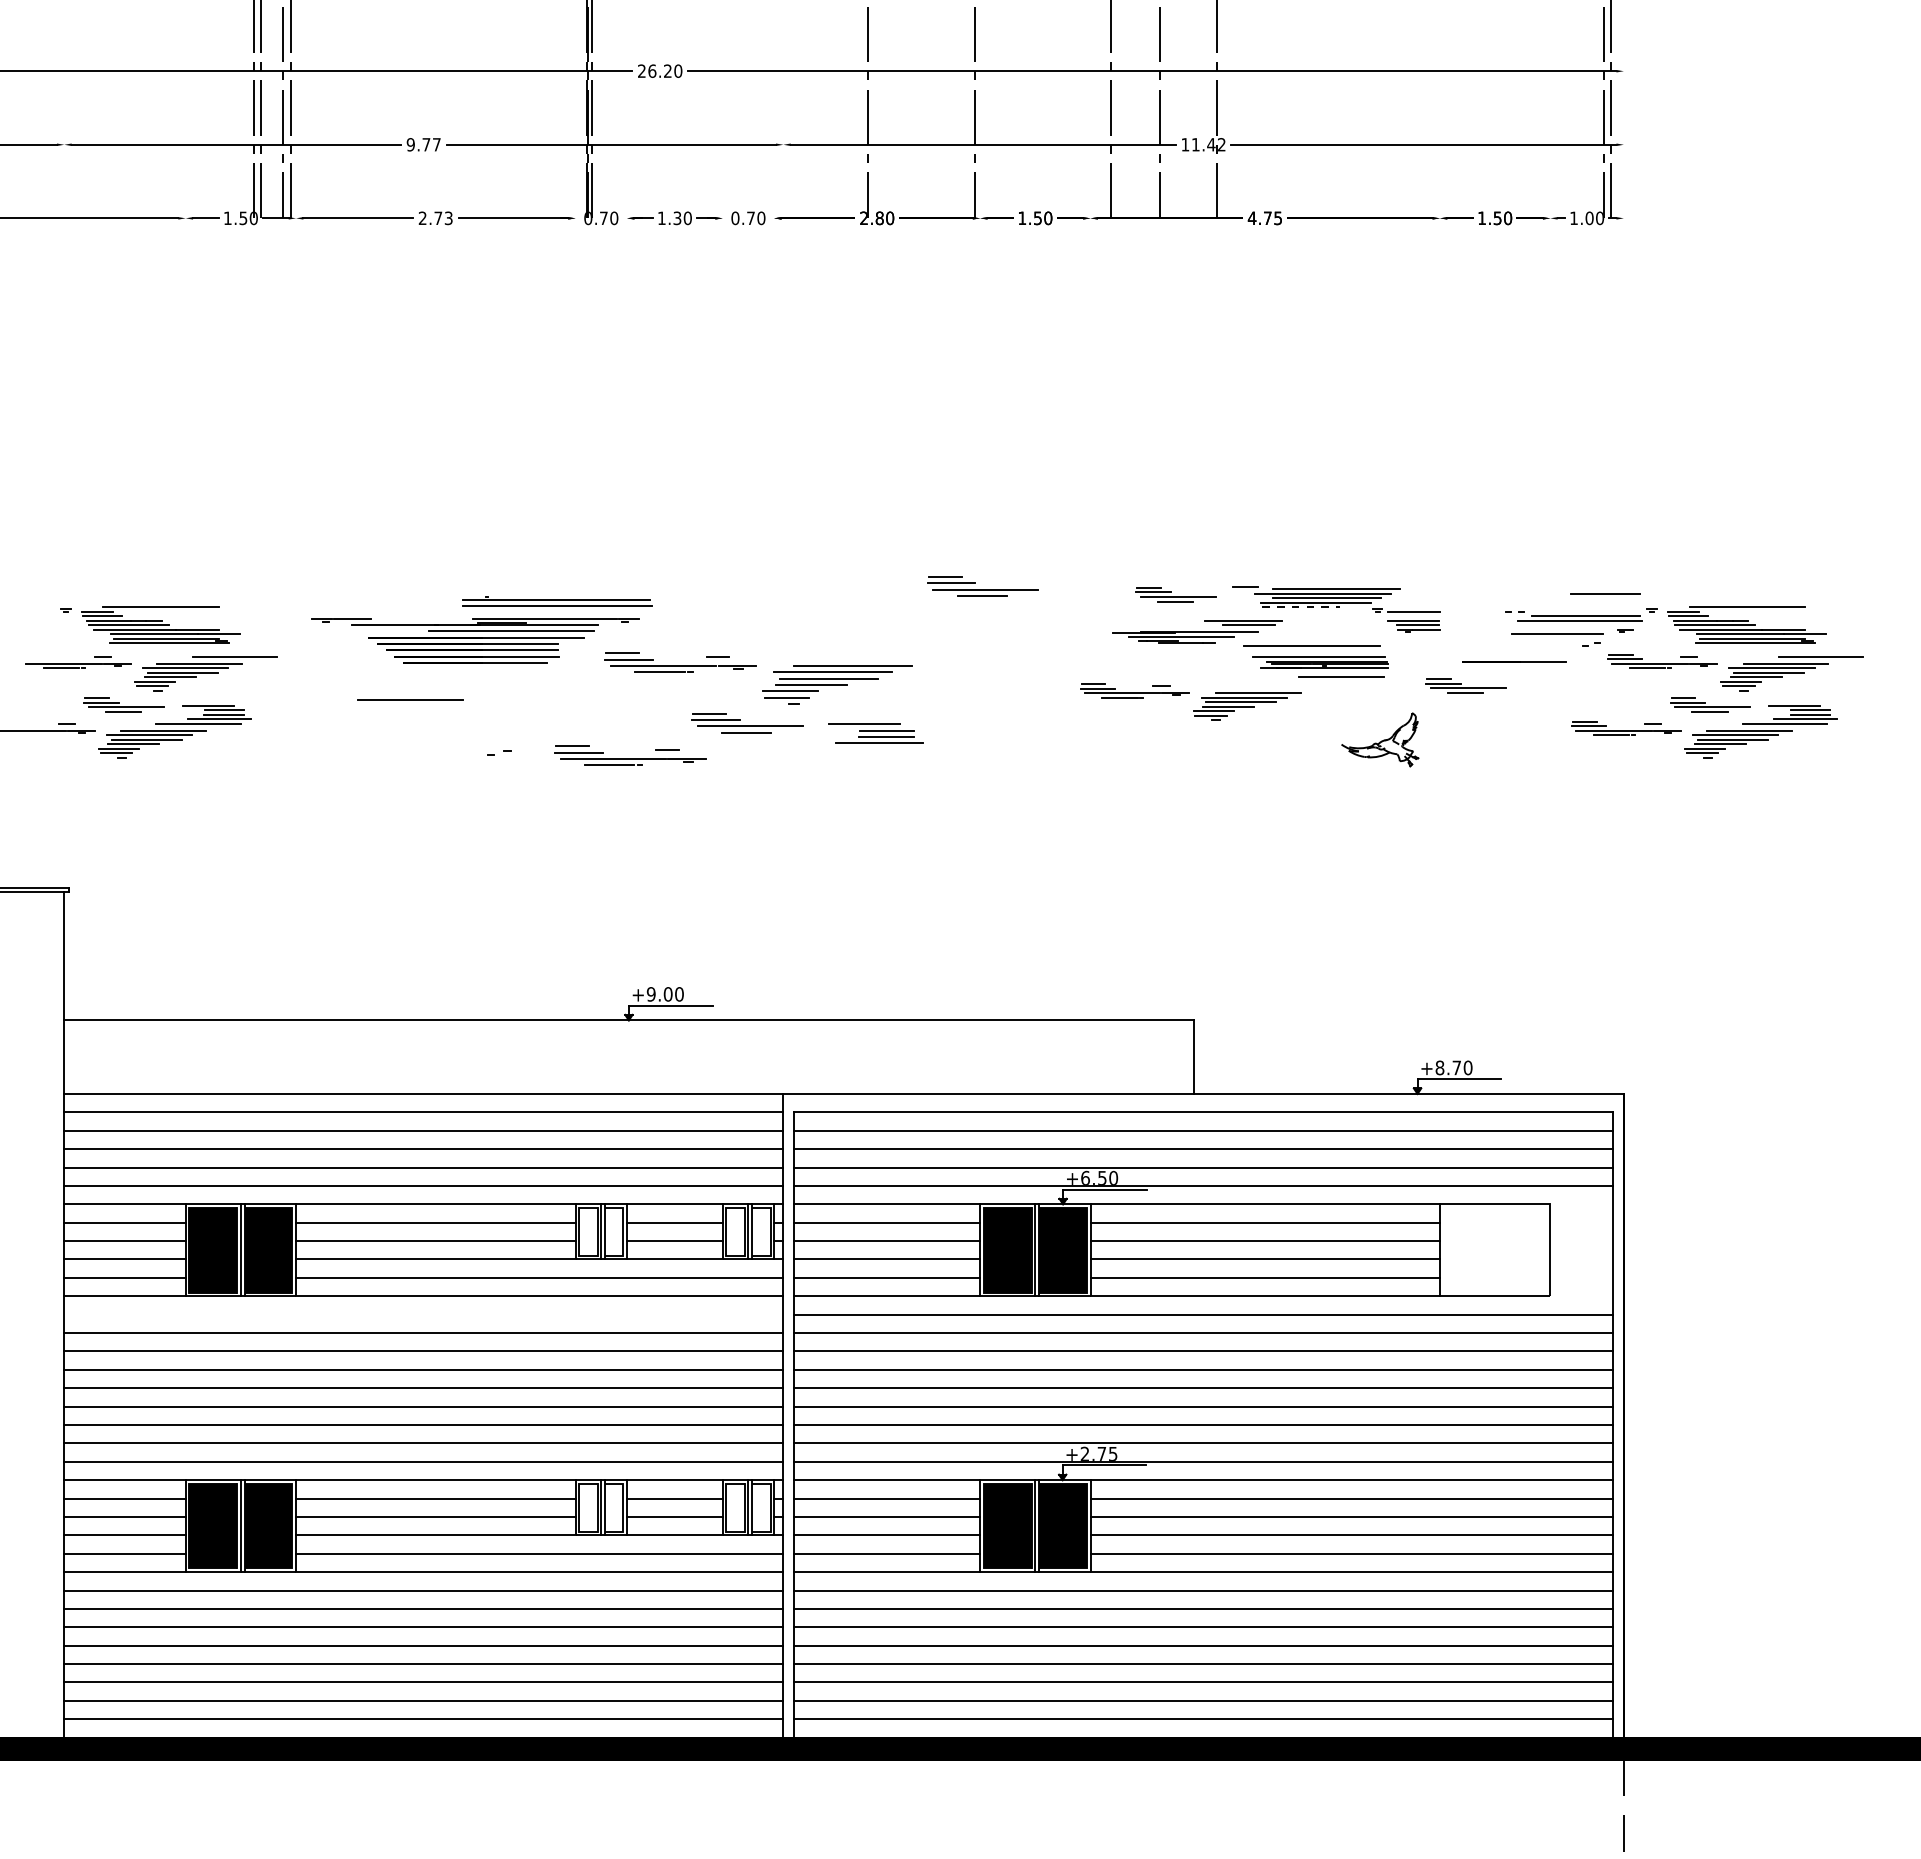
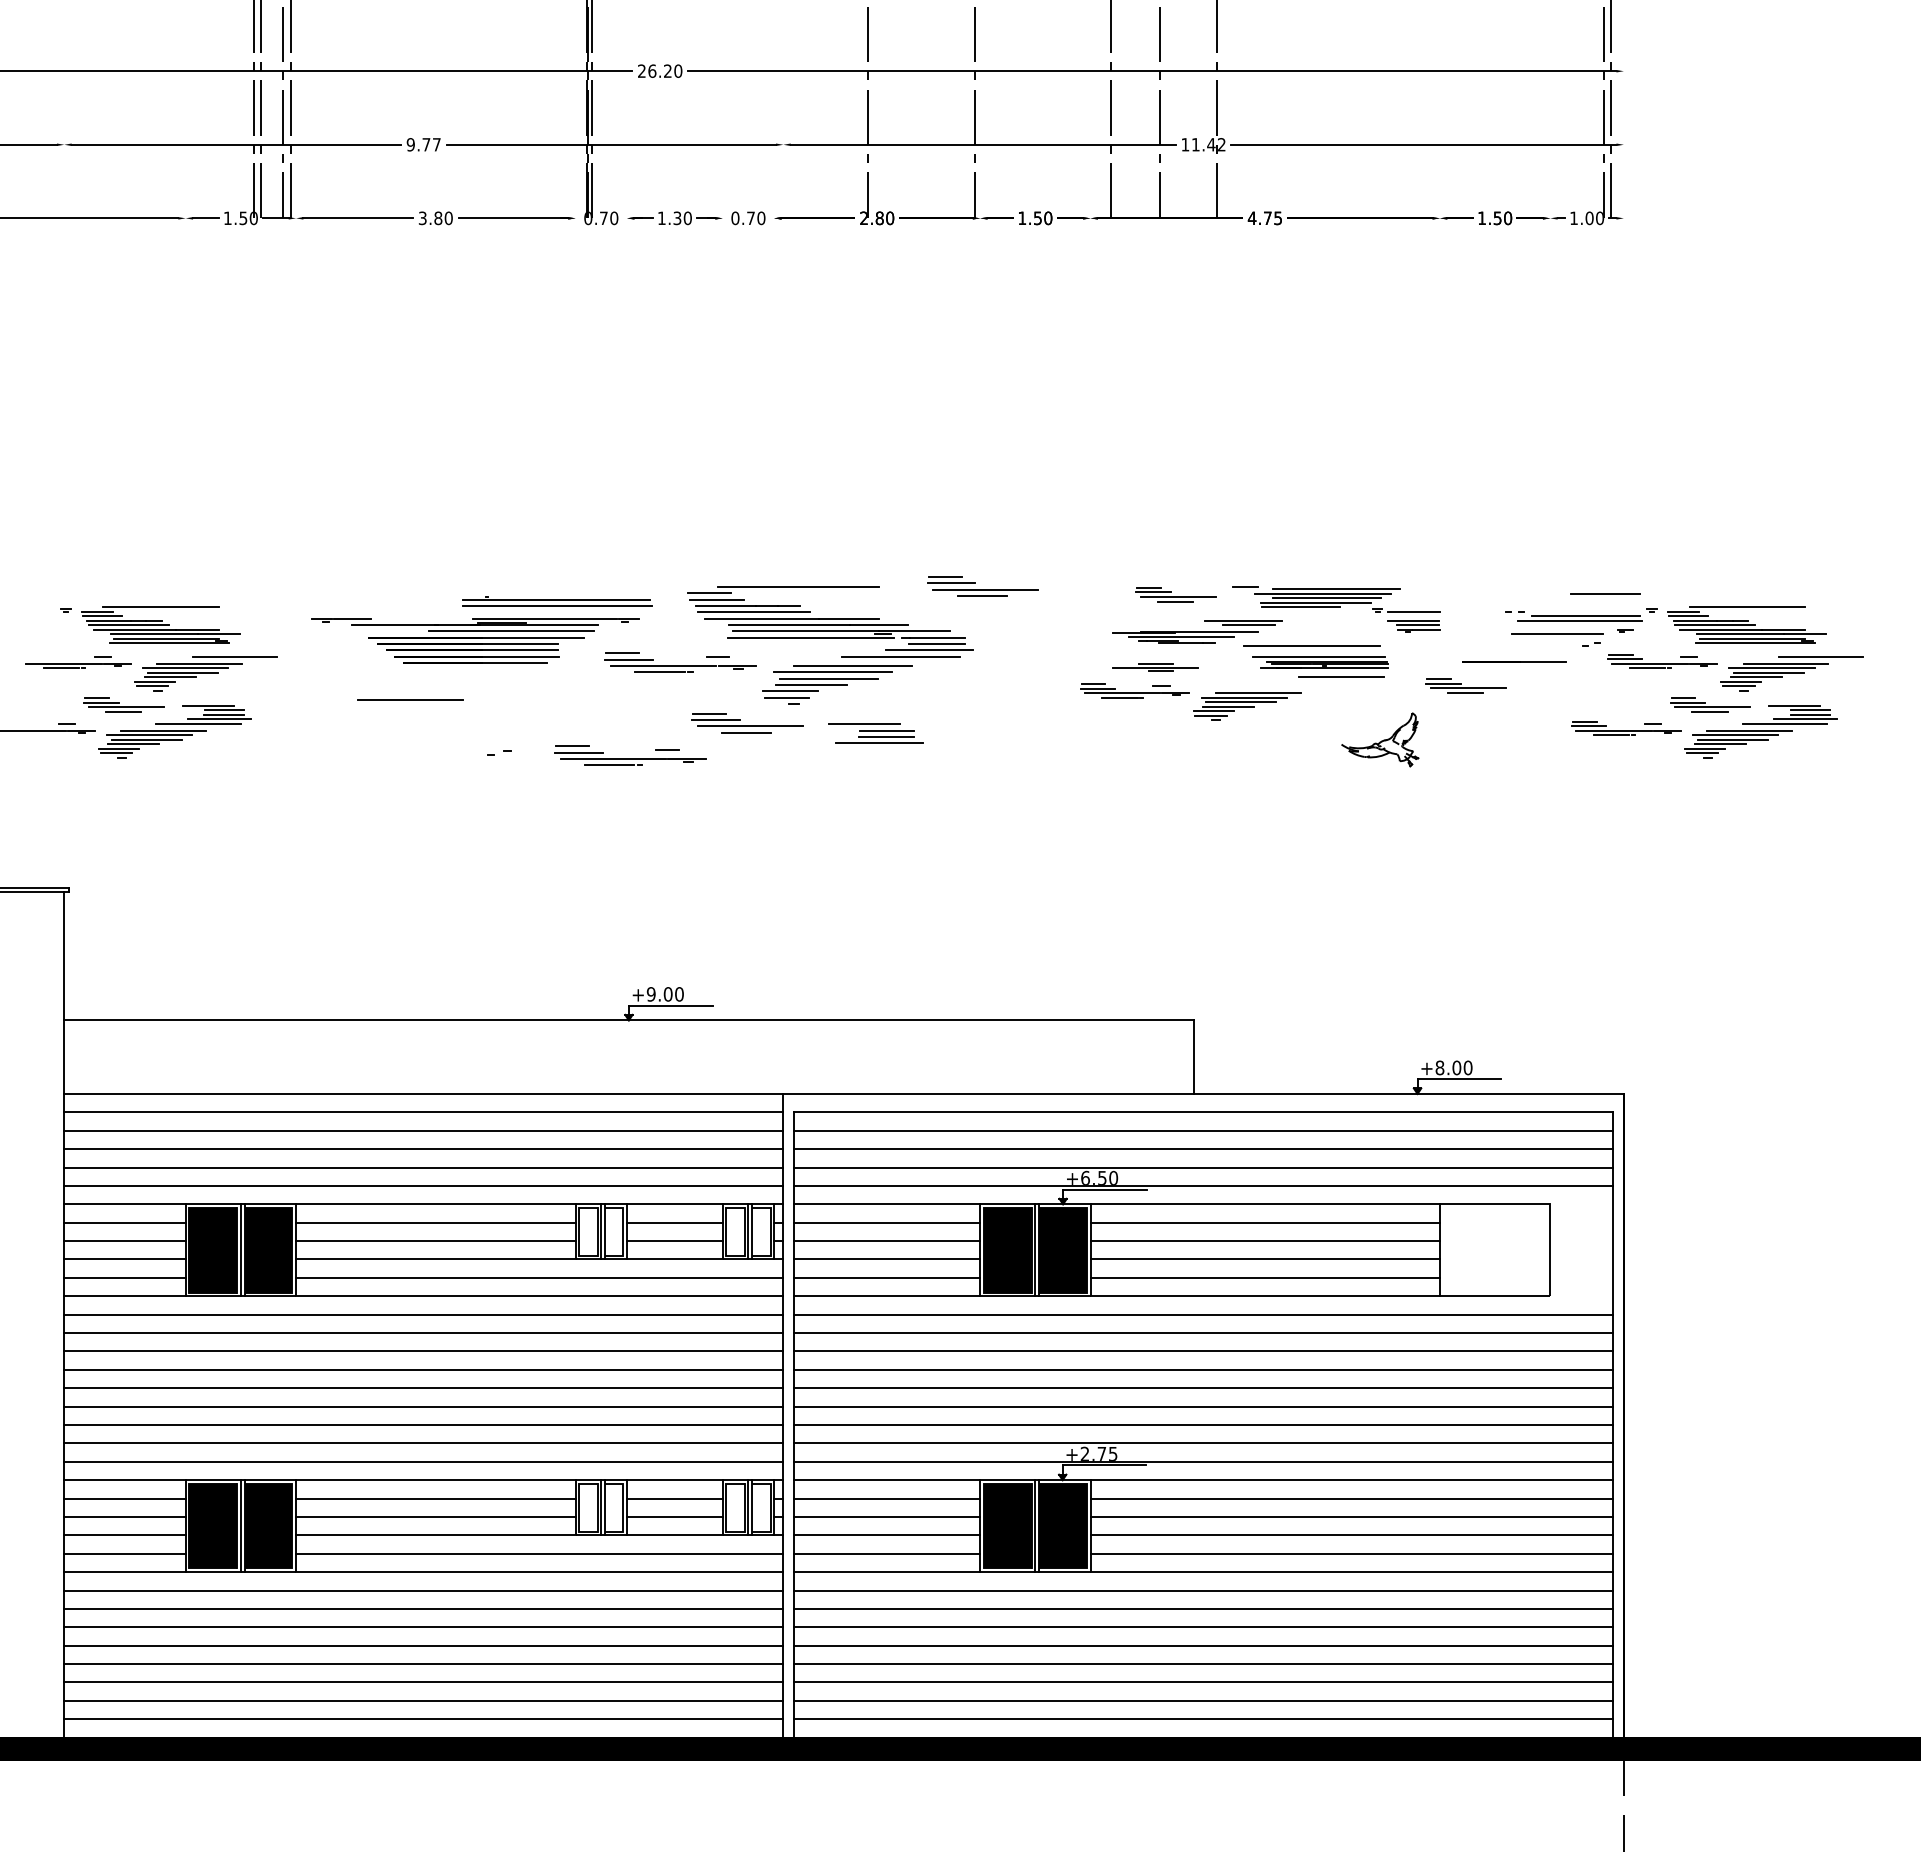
text at (435, 218): 2.73 -> 3.80
line at (1301, 607): dashed -> solid
part at (830, 621): none -> present
part at (1155, 667): none -> present
text at (1456, 1067): +8.70 -> +8.00
line at (423, 1314): none -> present
